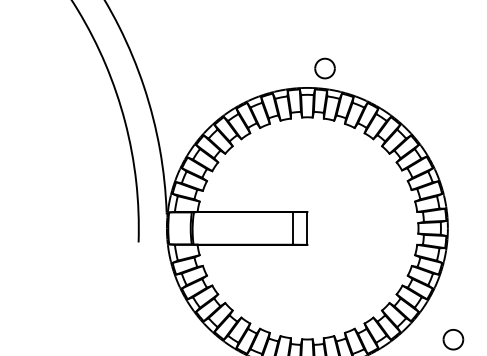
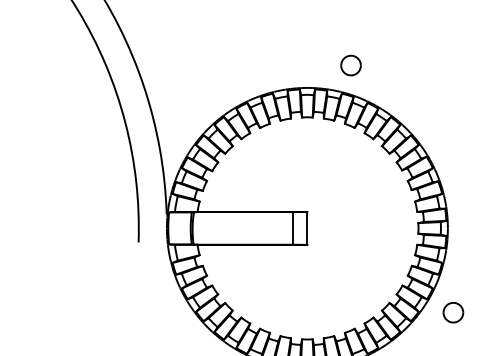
part at (324, 68) position: (324, 68) -> (350, 65)
part at (453, 339) position: (453, 339) -> (453, 312)
